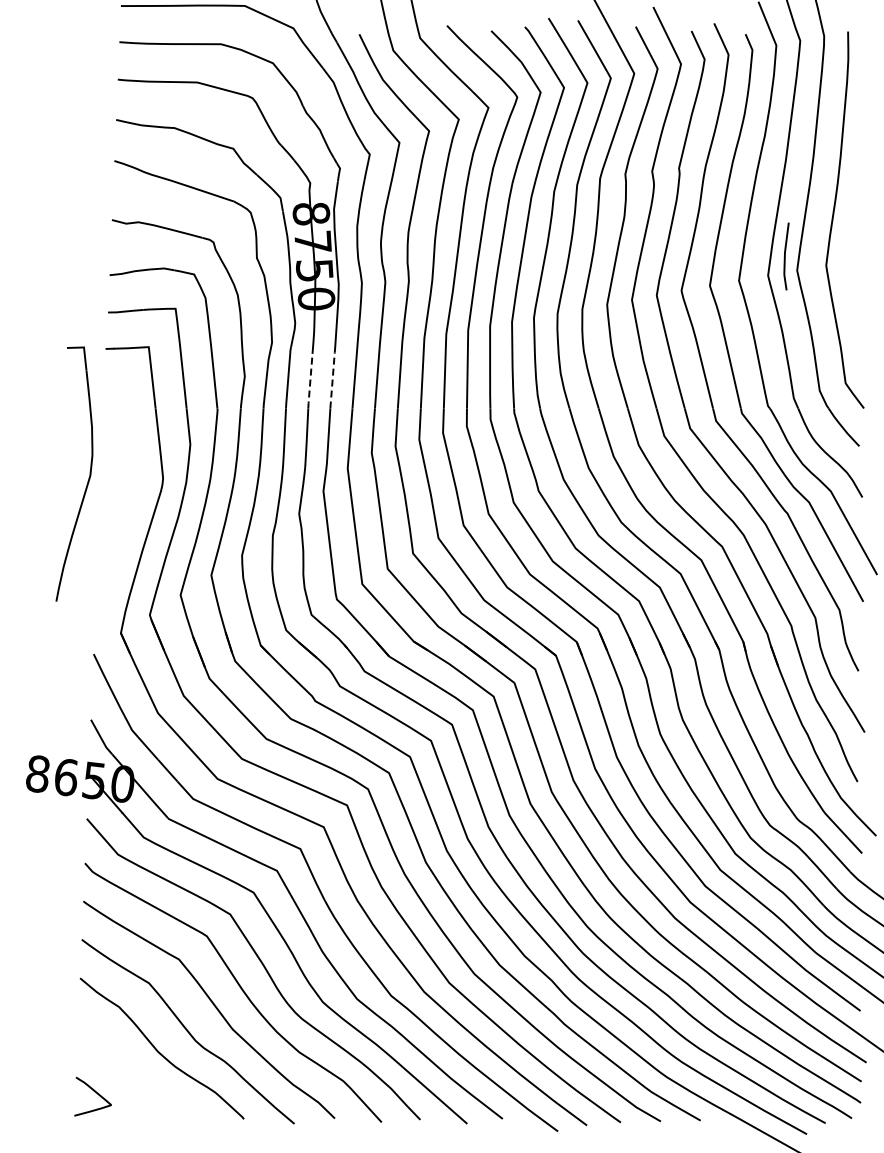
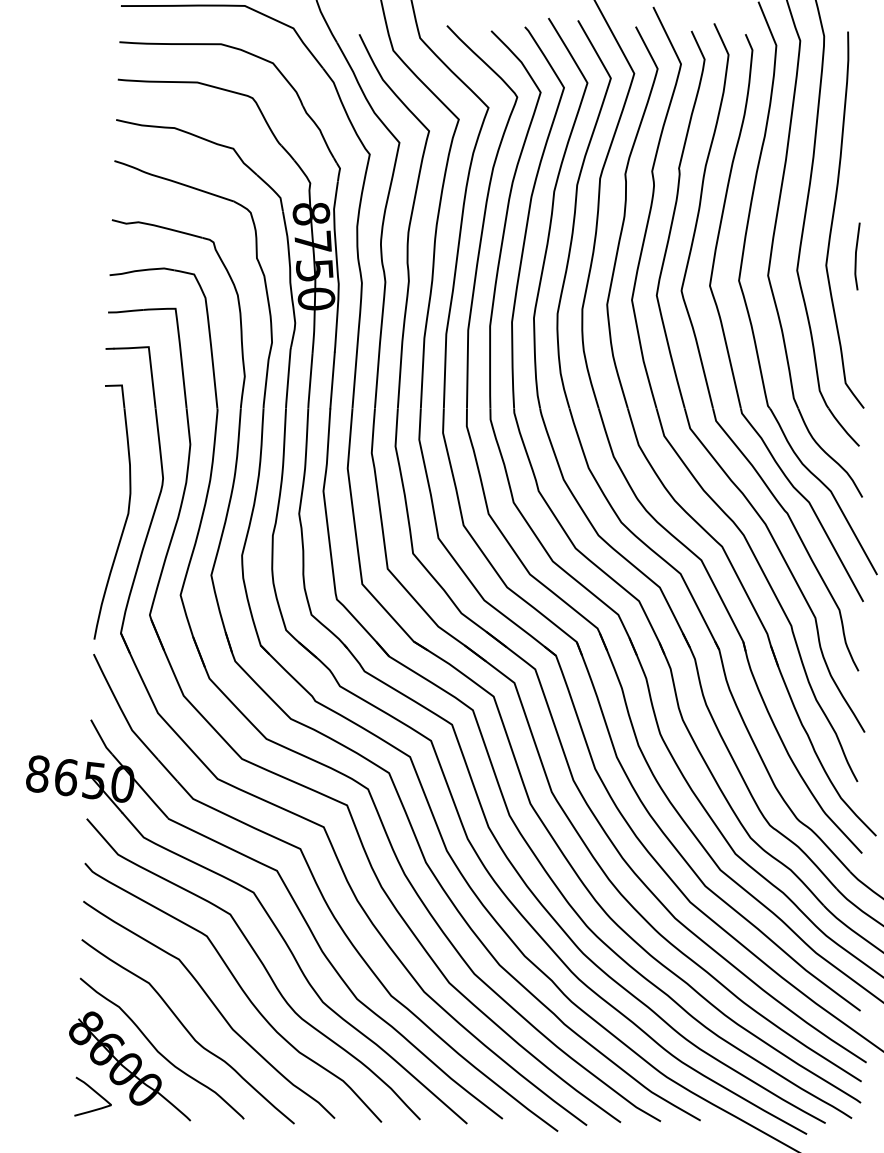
curve at (785, 256) position: (785, 256) -> (856, 256)
line at (332, 380): dashed -> solid
line at (310, 381): dashed -> solid
part at (88, 477) position: (88, 477) -> (126, 515)
part at (130, 1066): none -> present
